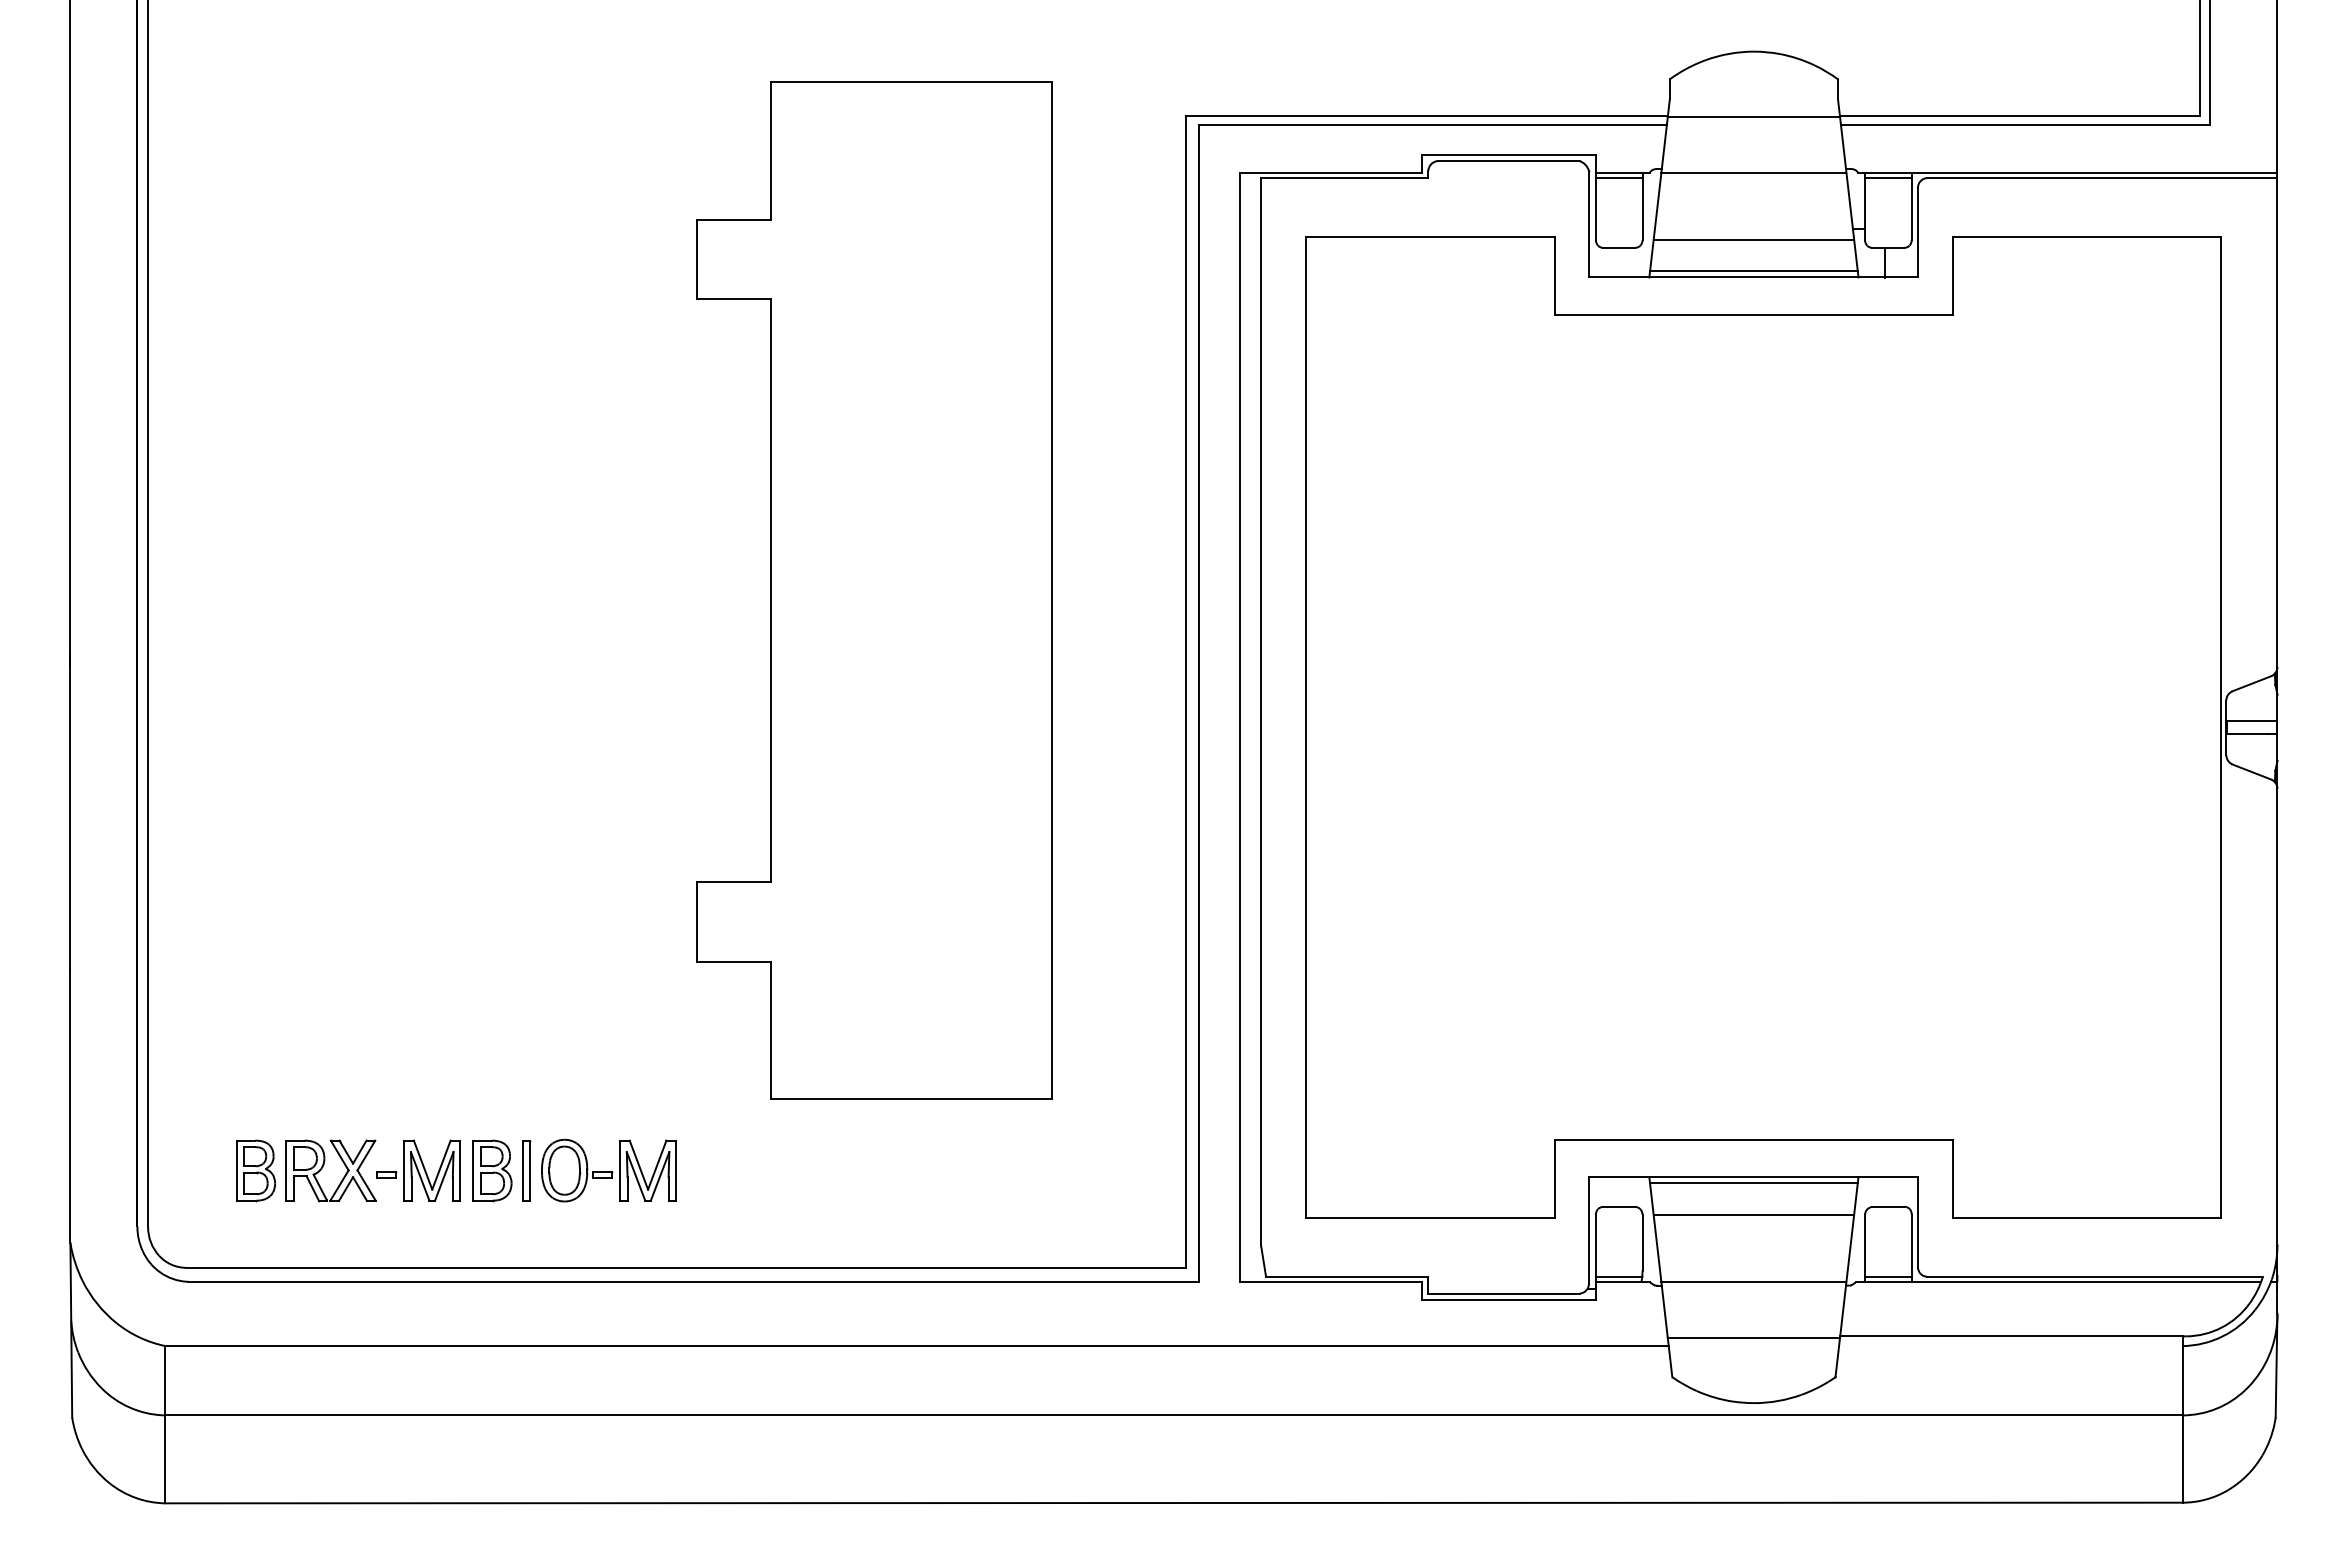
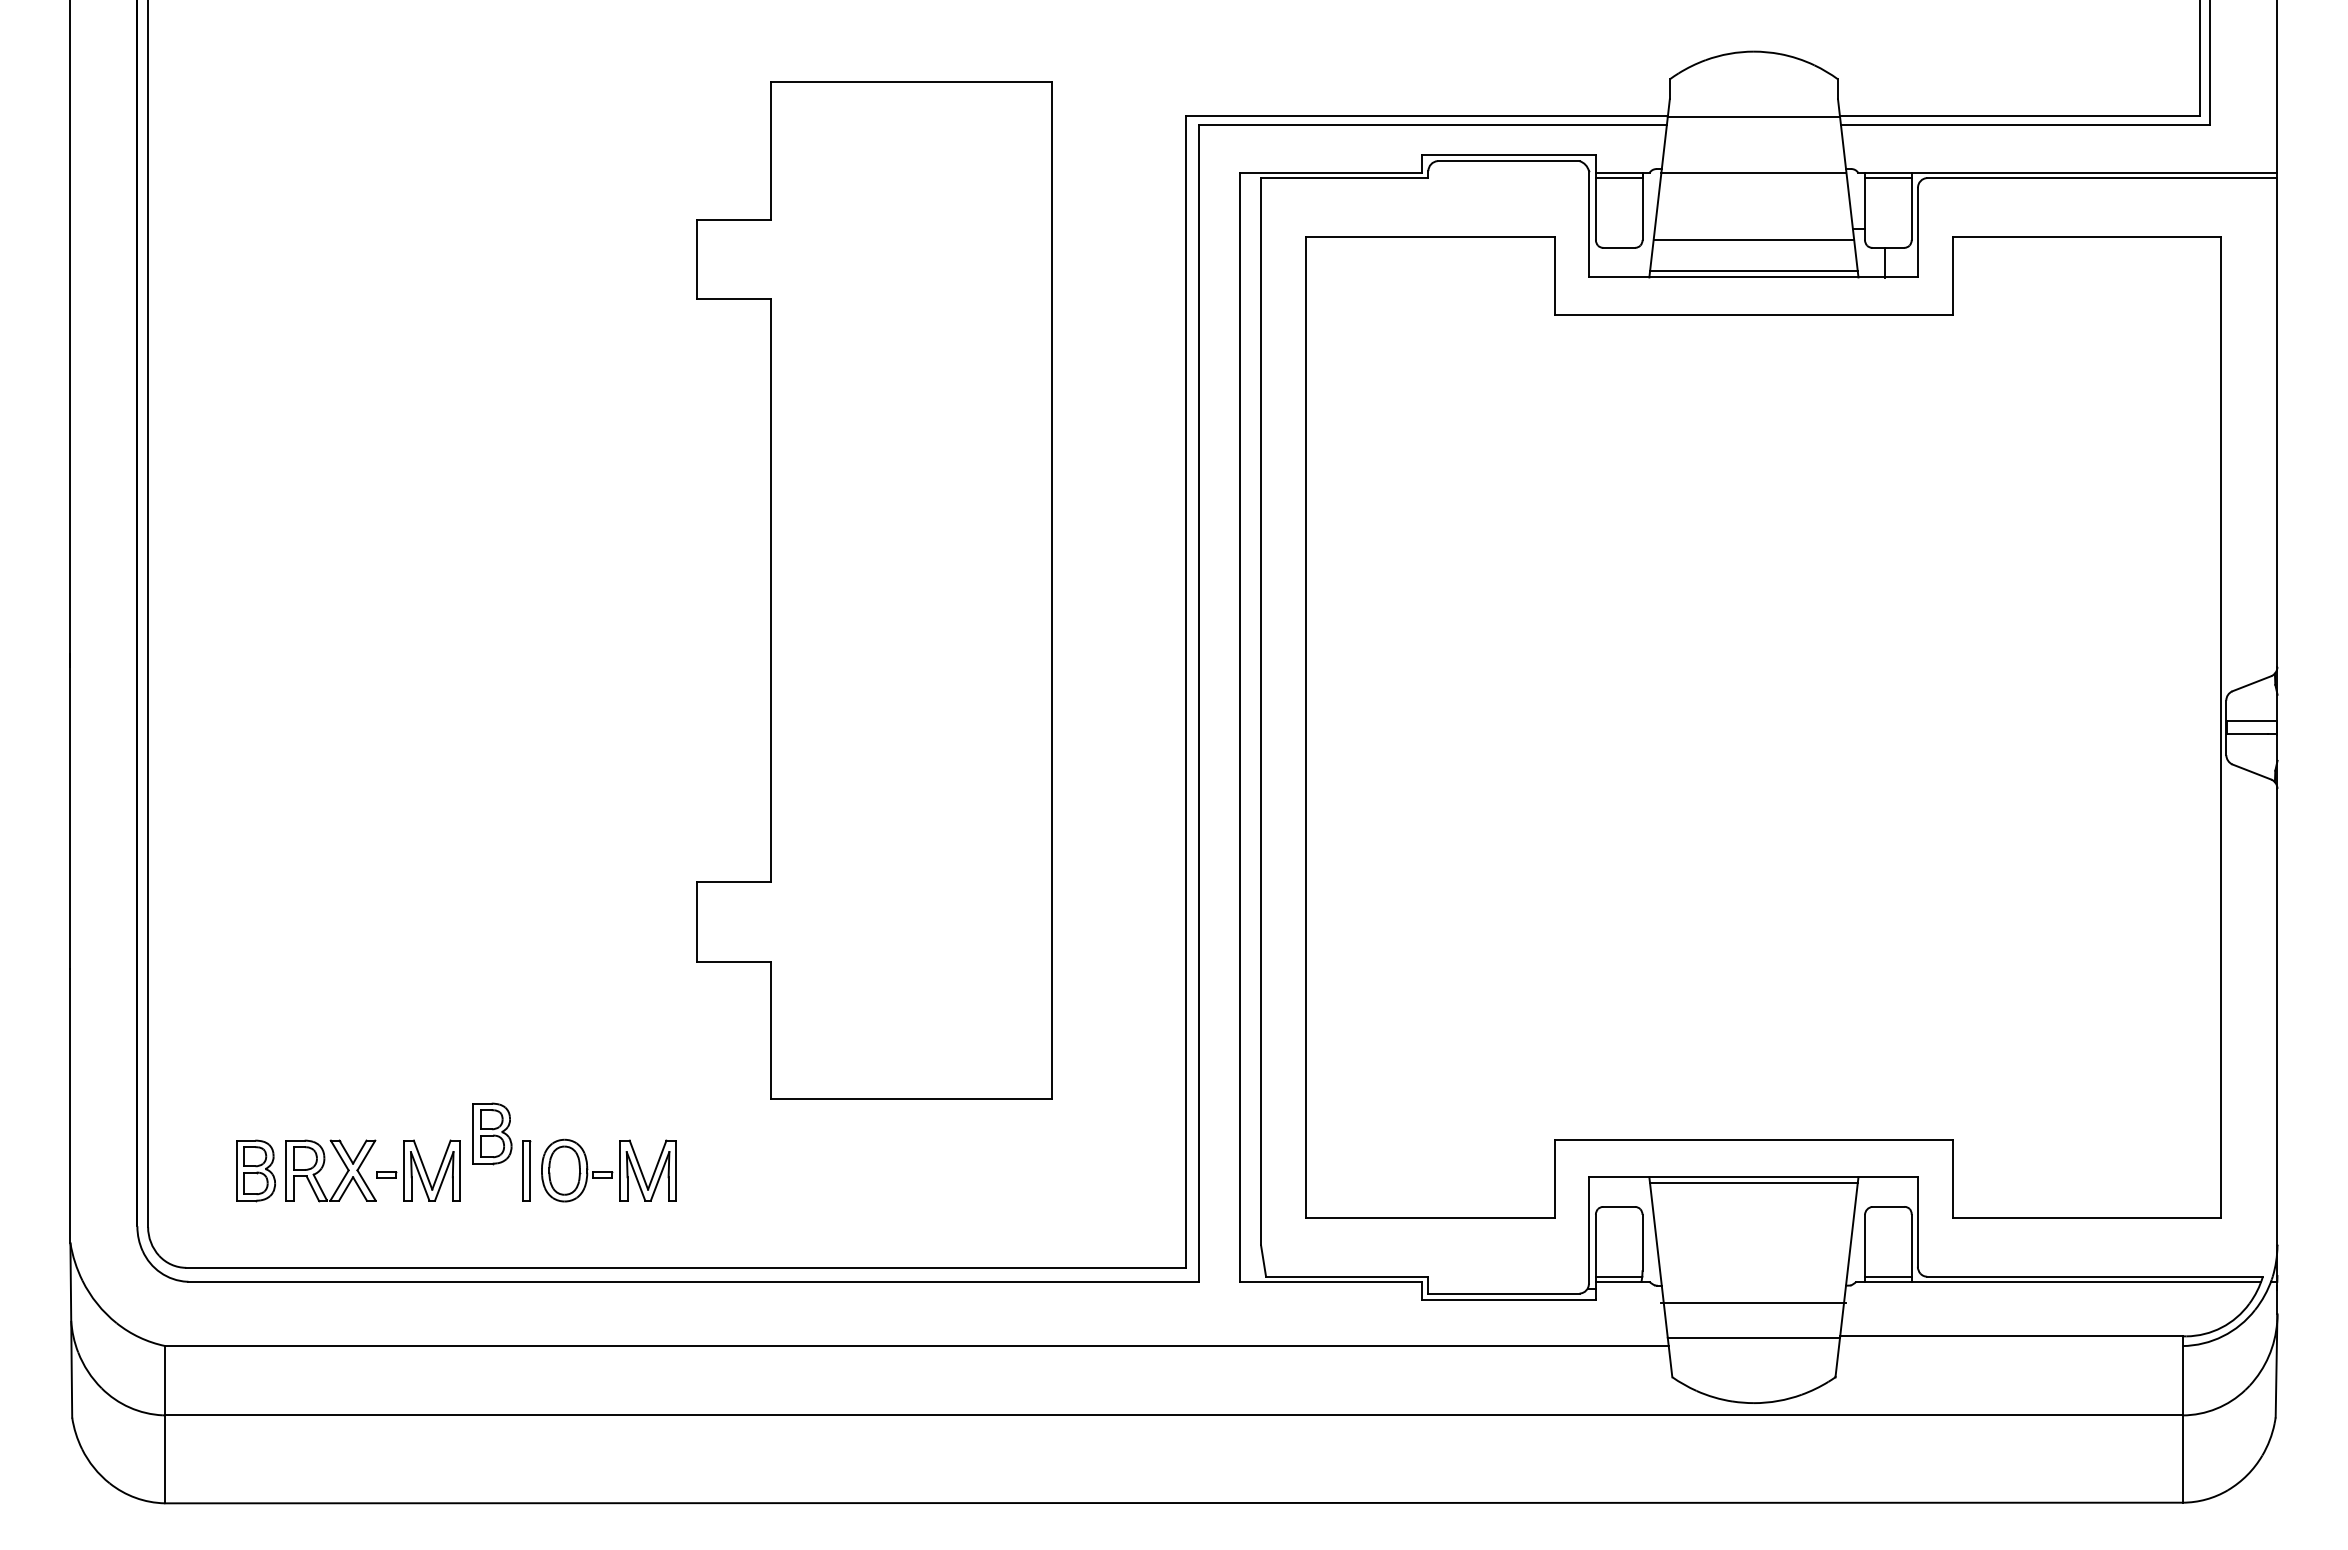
part at (492, 1170) position: (492, 1170) -> (492, 1133)
line at (1753, 1214): present -> none
line at (1753, 1281) position: (1753, 1281) -> (1753, 1302)
